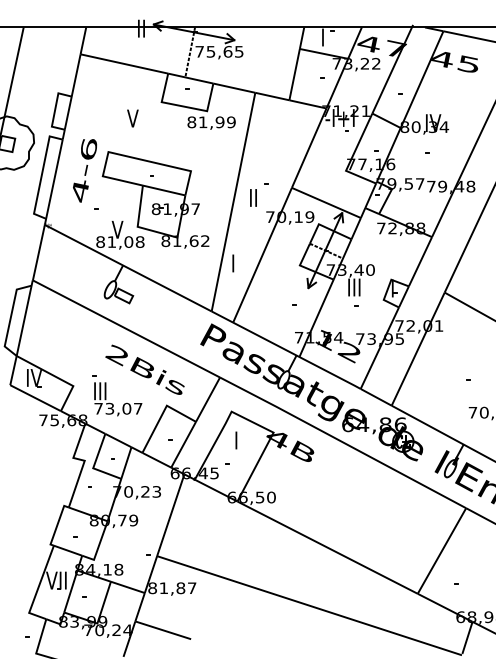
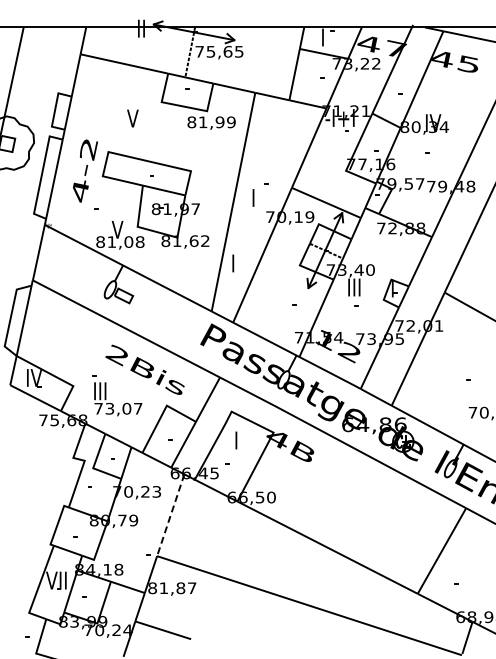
text at (88, 149): 4-6 -> 4-2
text at (253, 197): II -> I
line at (170, 515): solid -> dashed
